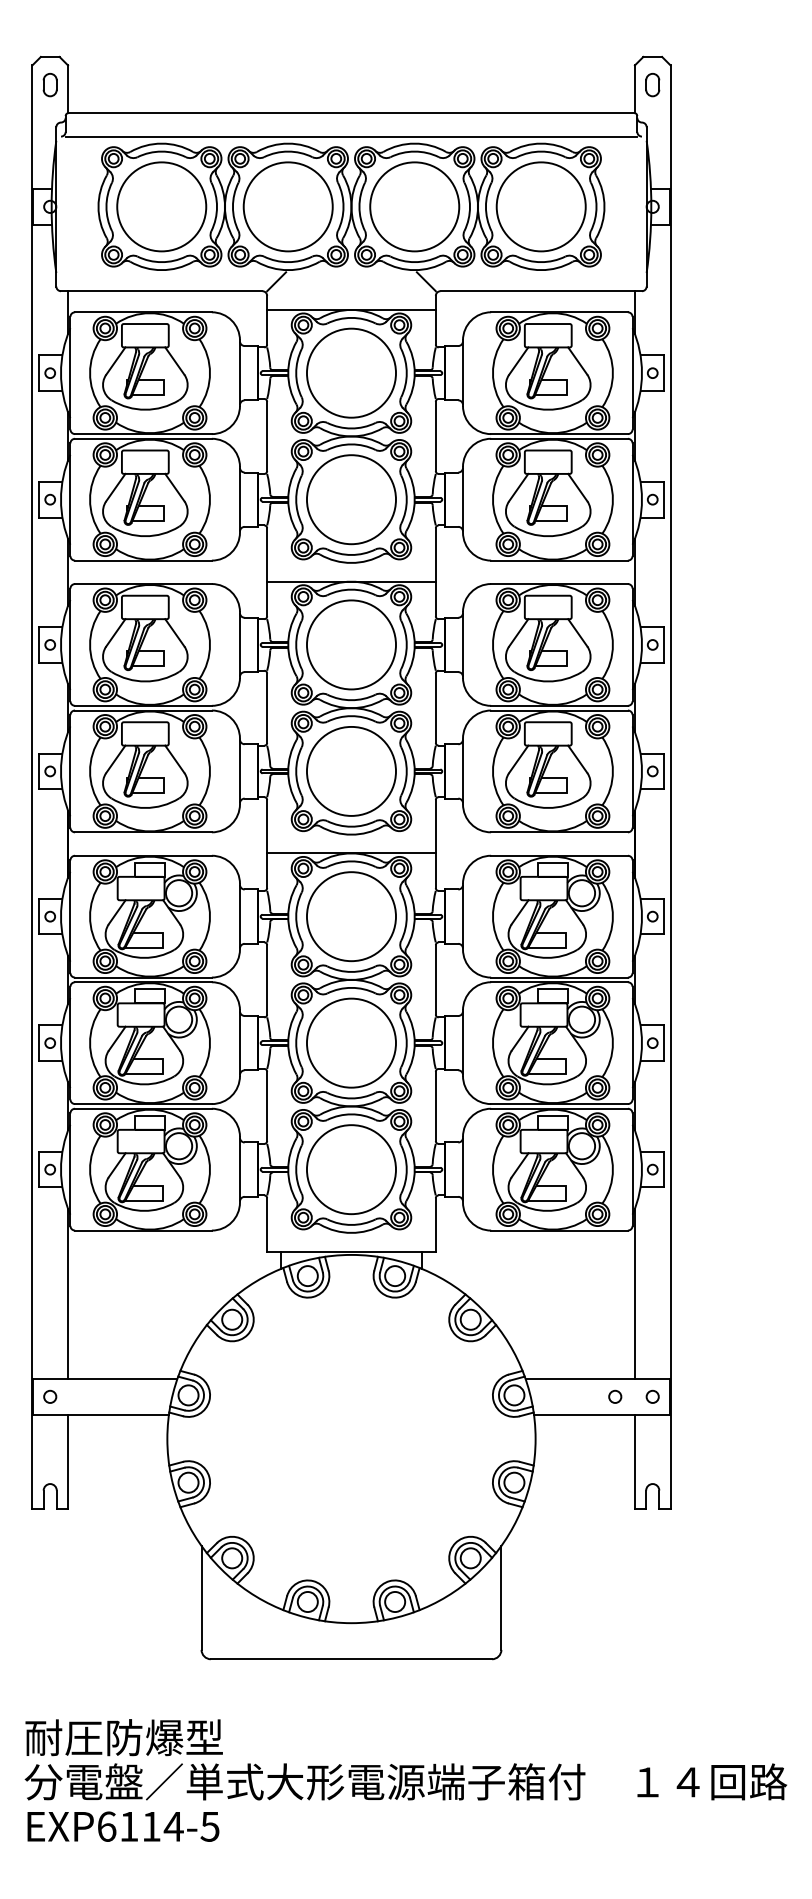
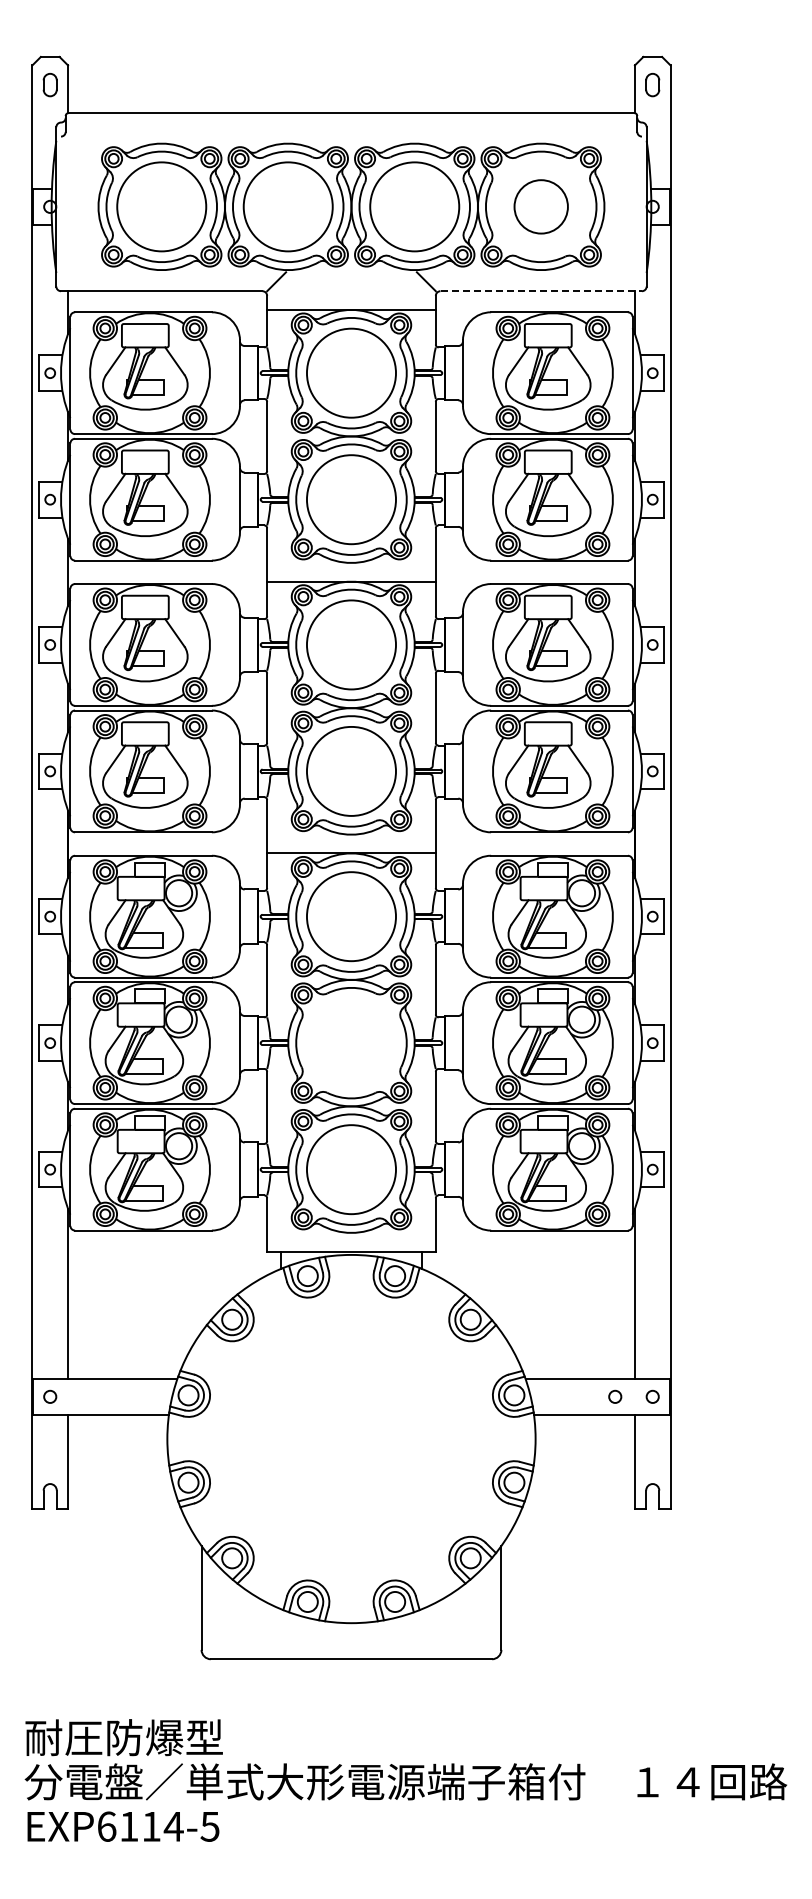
line at (351, 136): present -> none
circle at (540, 206) diameter: 89 px -> 53 px
line at (541, 291): solid -> dashed
circle at (351, 1042): present -> none
